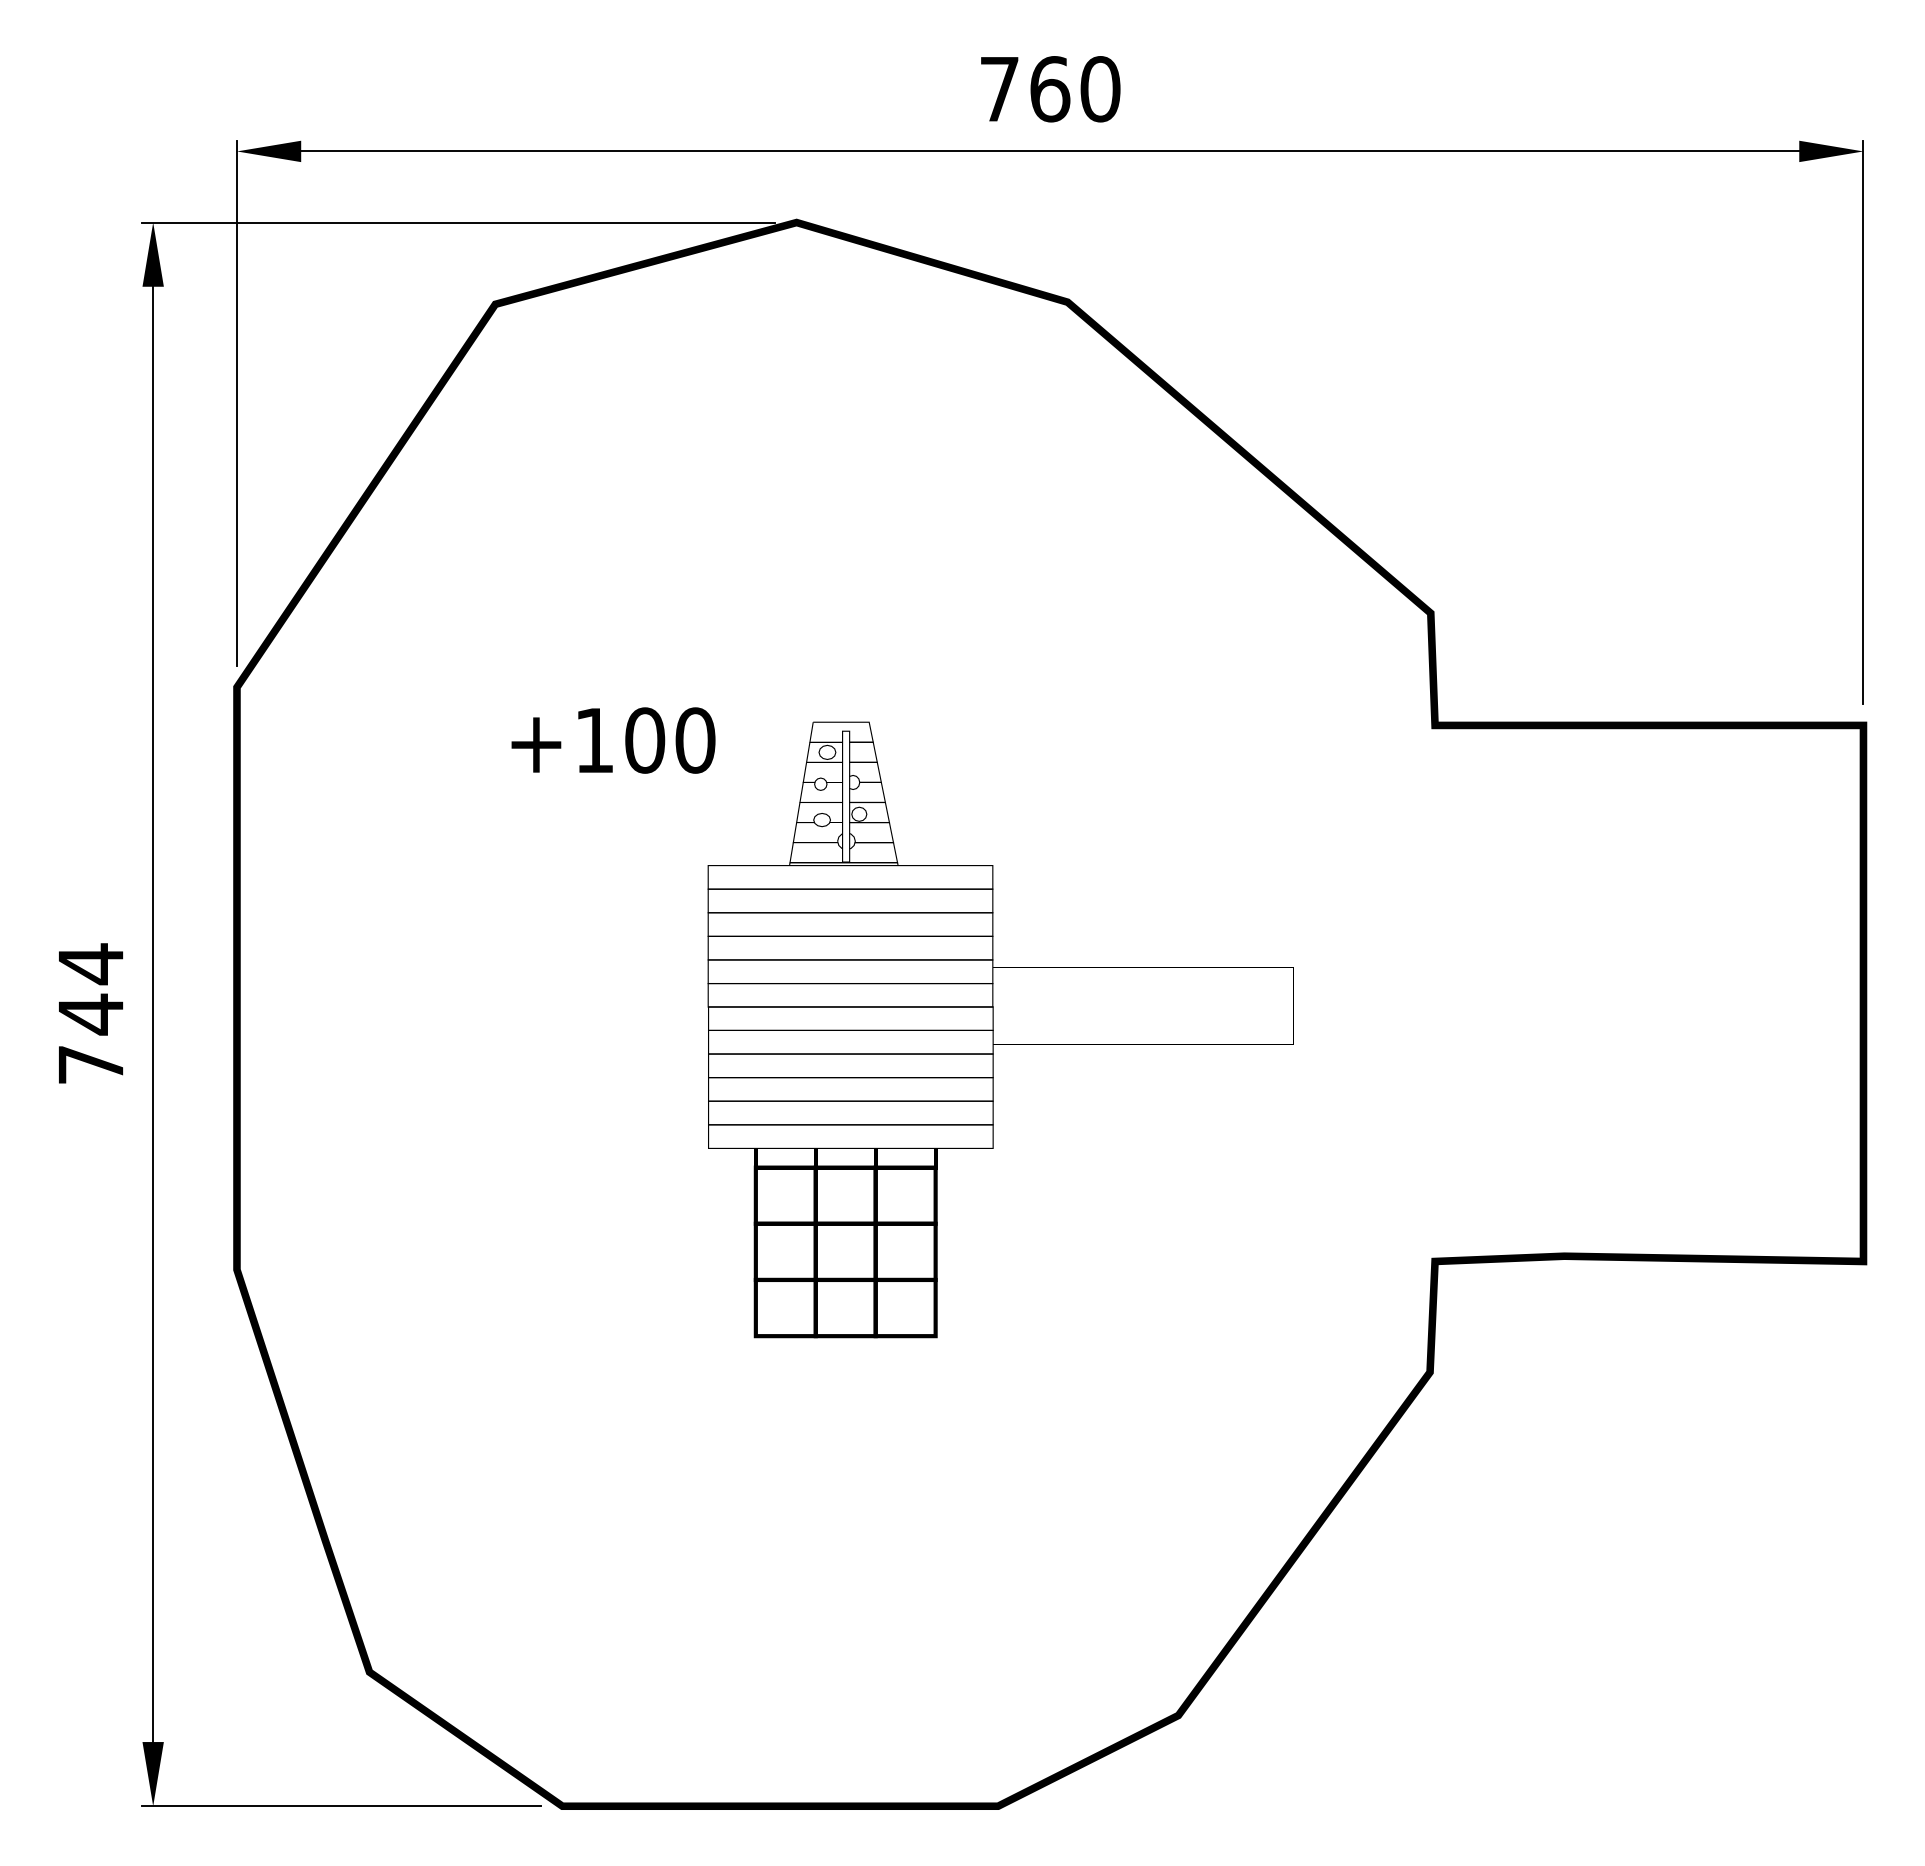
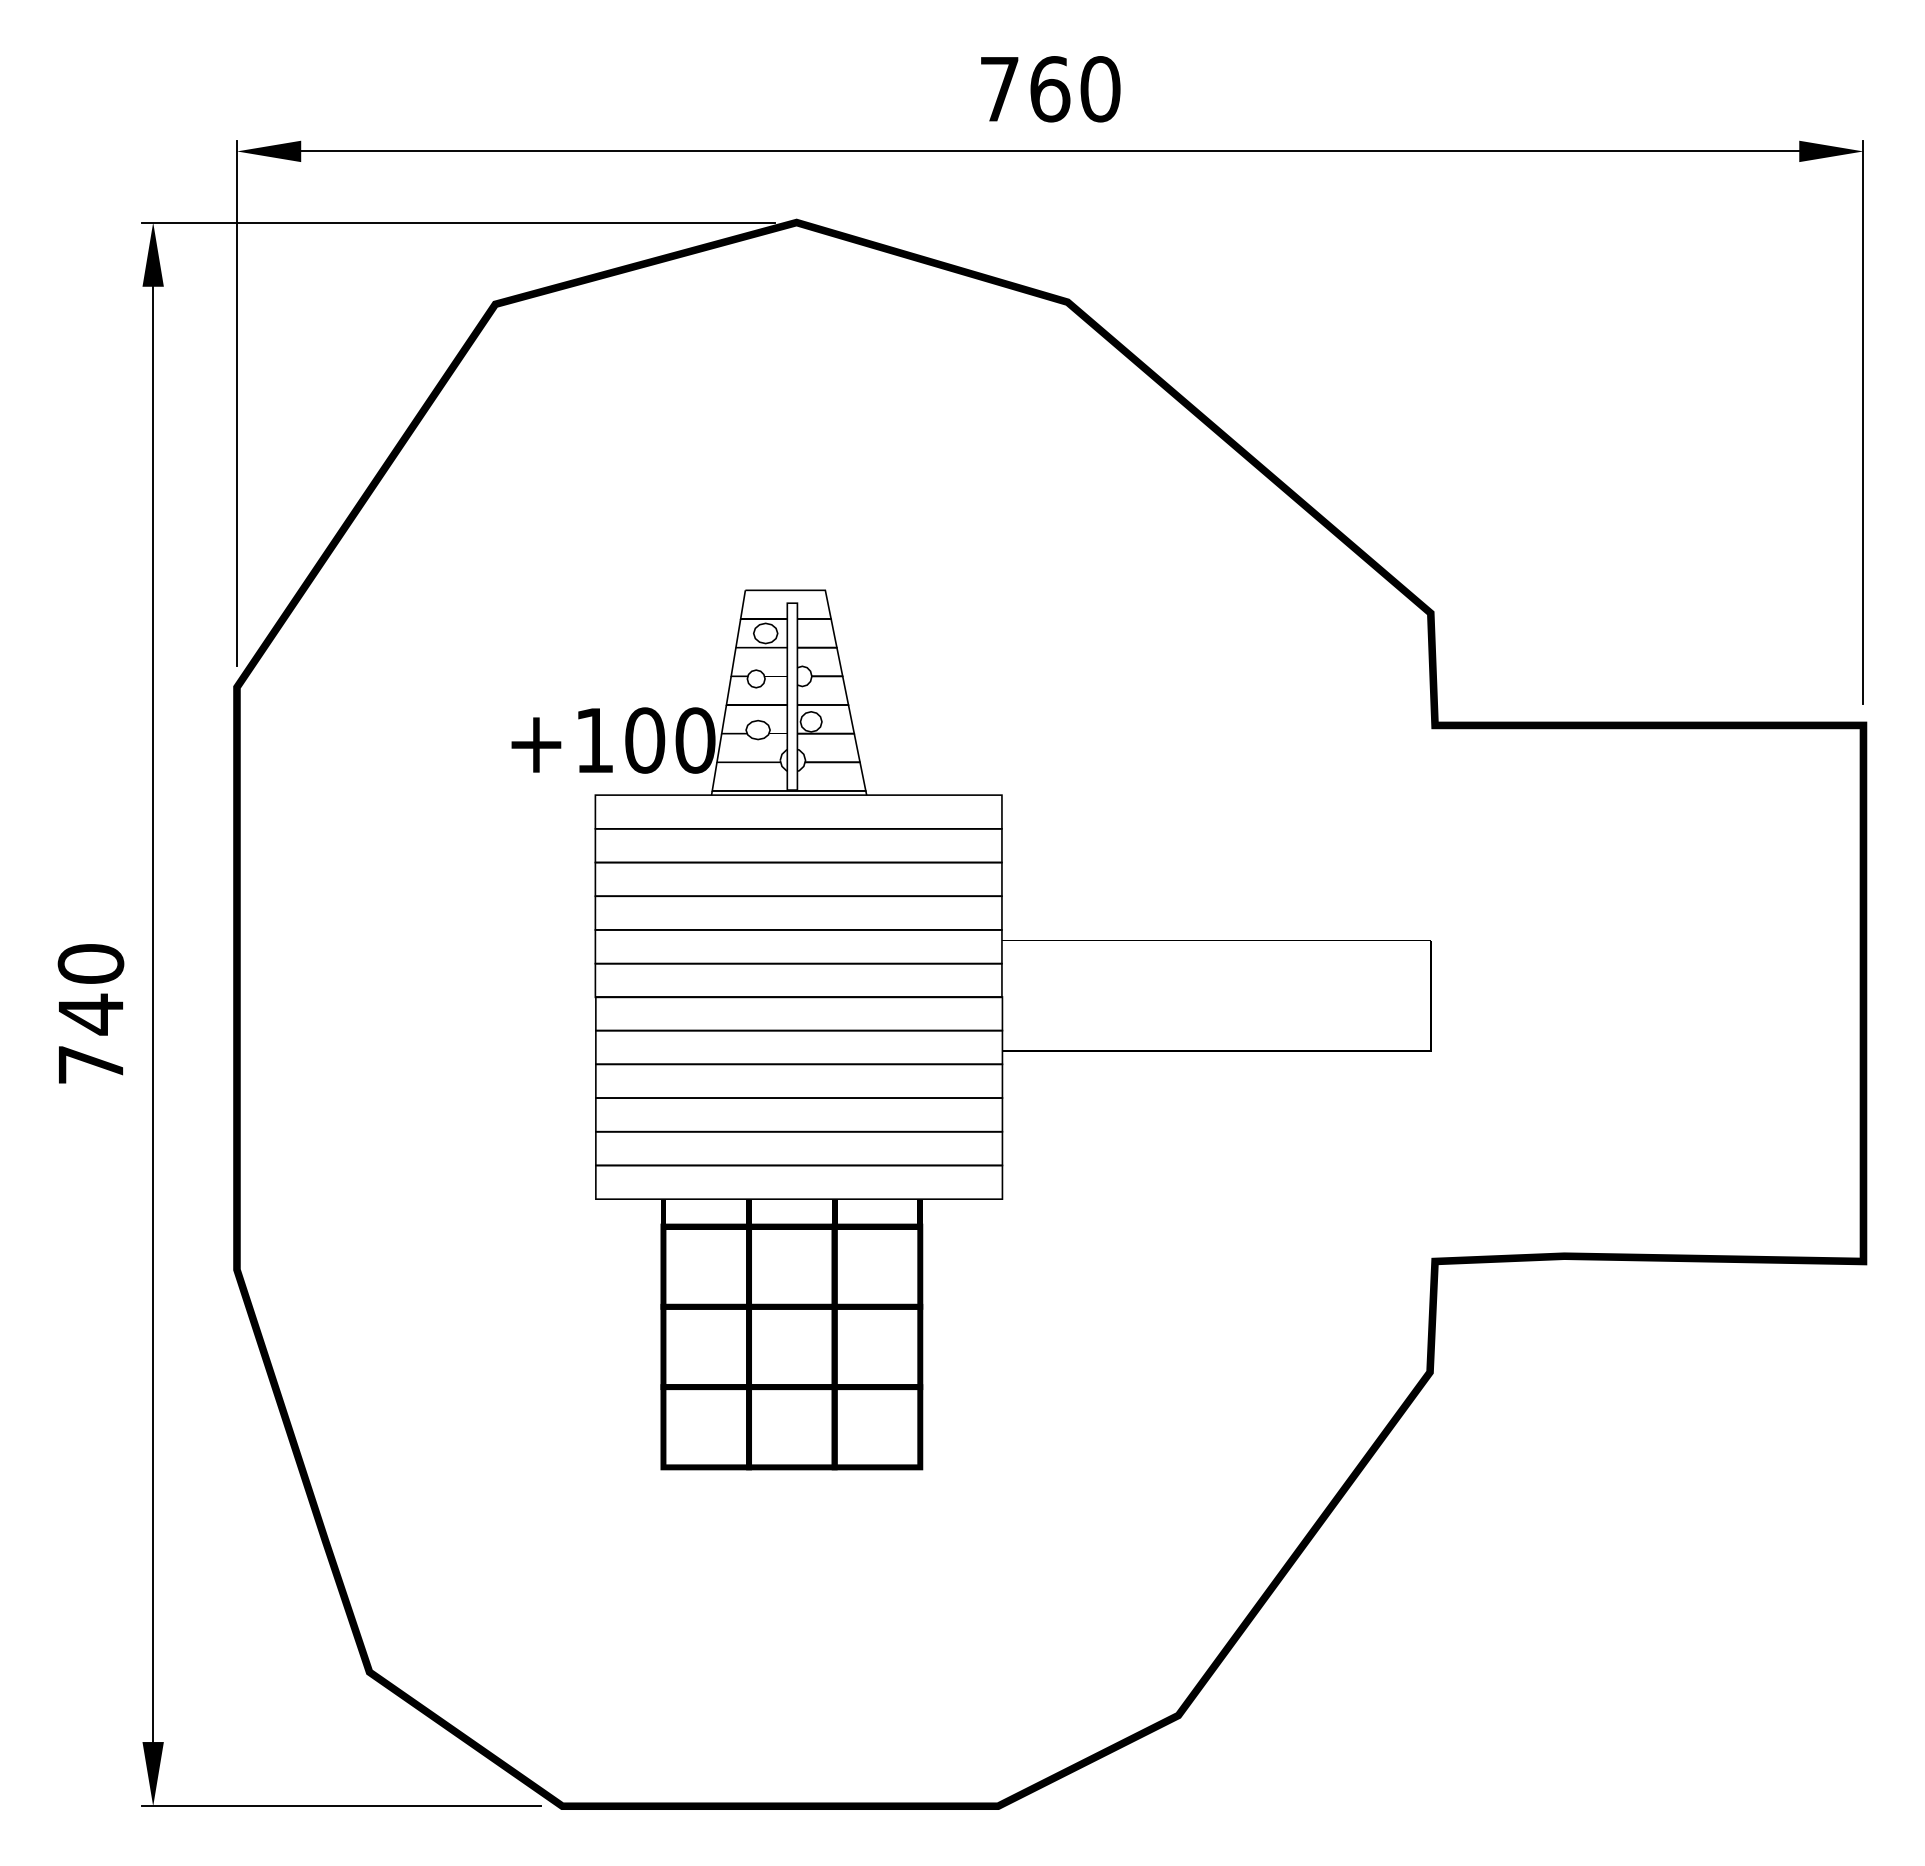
text at (90, 964): 744 -> 740
part at (968, 1026) size: 651x624 px -> 921x882 px
